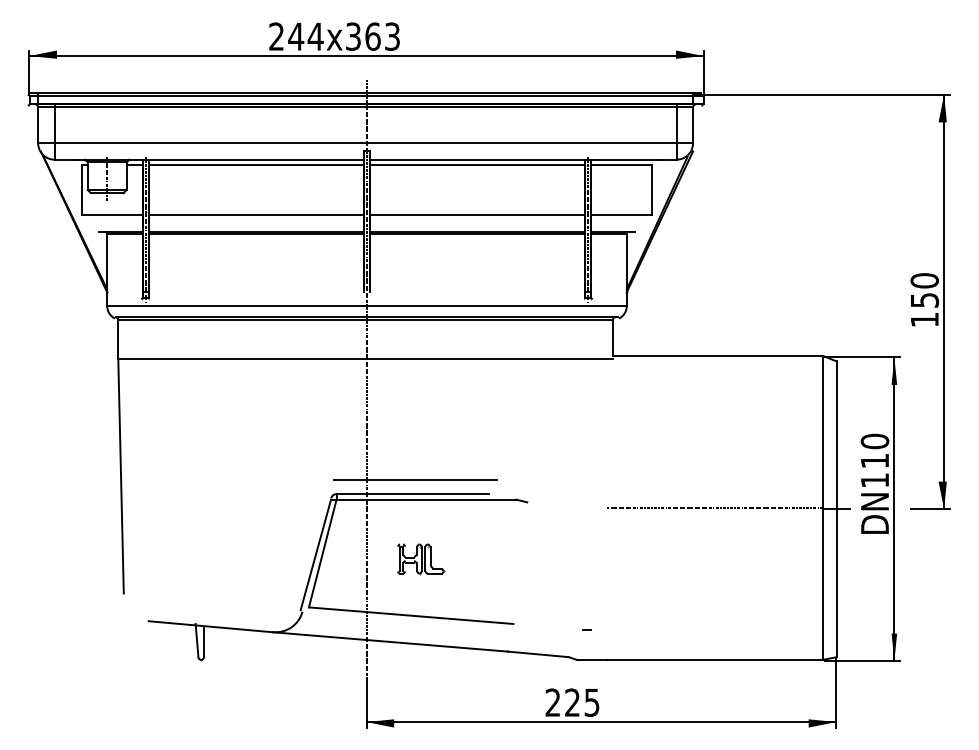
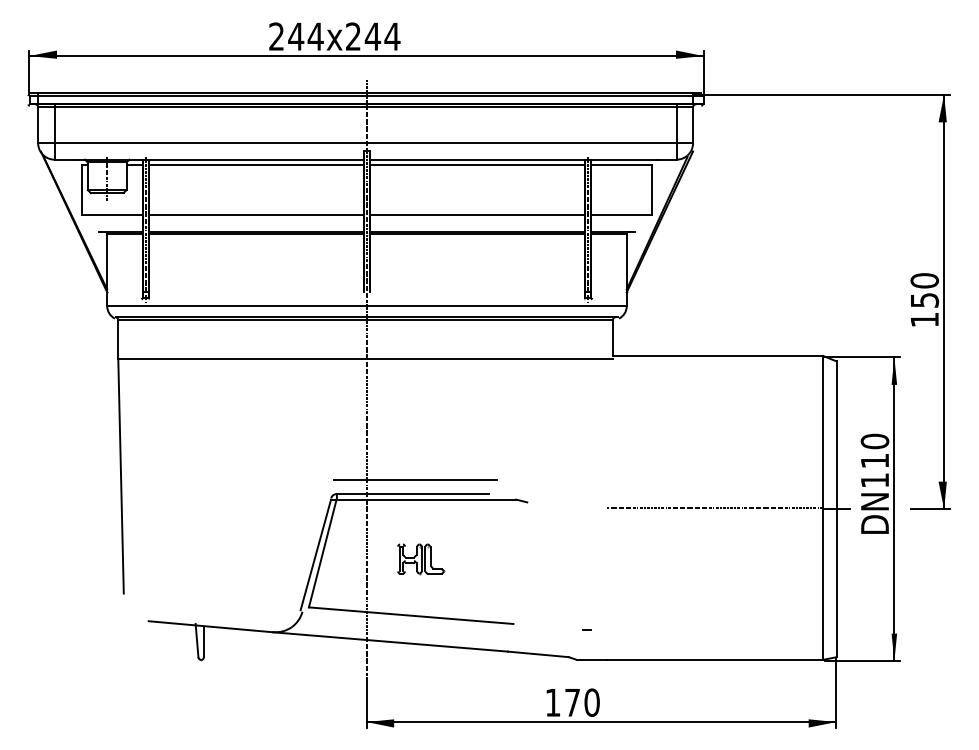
text at (373, 36): x363 -> x244
text at (572, 702): 225 -> 170
